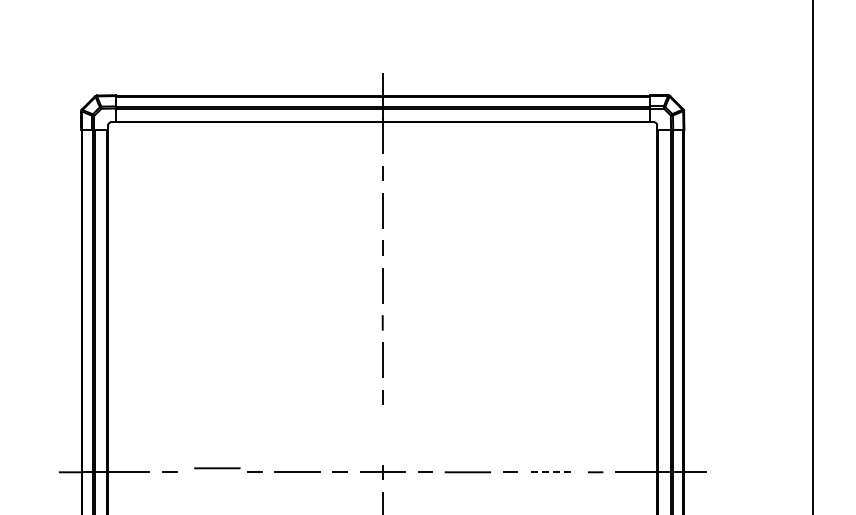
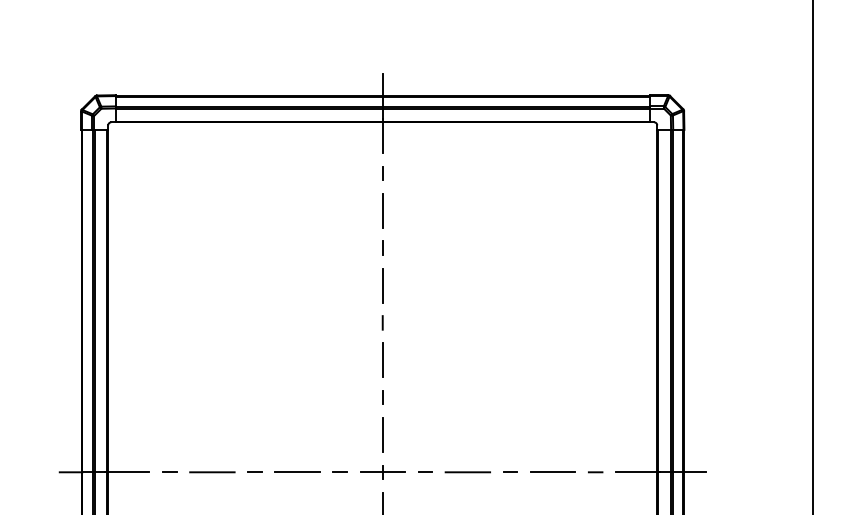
line at (382, 434): none -> present
line at (217, 468) position: (217, 468) -> (212, 472)
line at (553, 472): dashed -> solid
